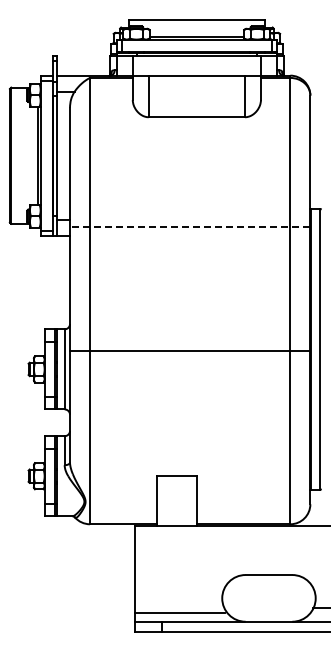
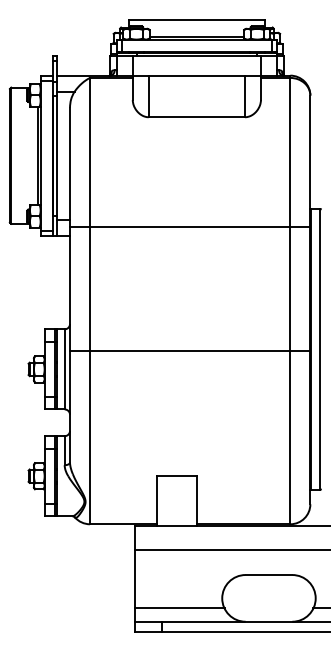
line at (189, 226): dashed -> solid
line at (231, 549): none -> present
line at (179, 613) position: (179, 613) -> (179, 608)
